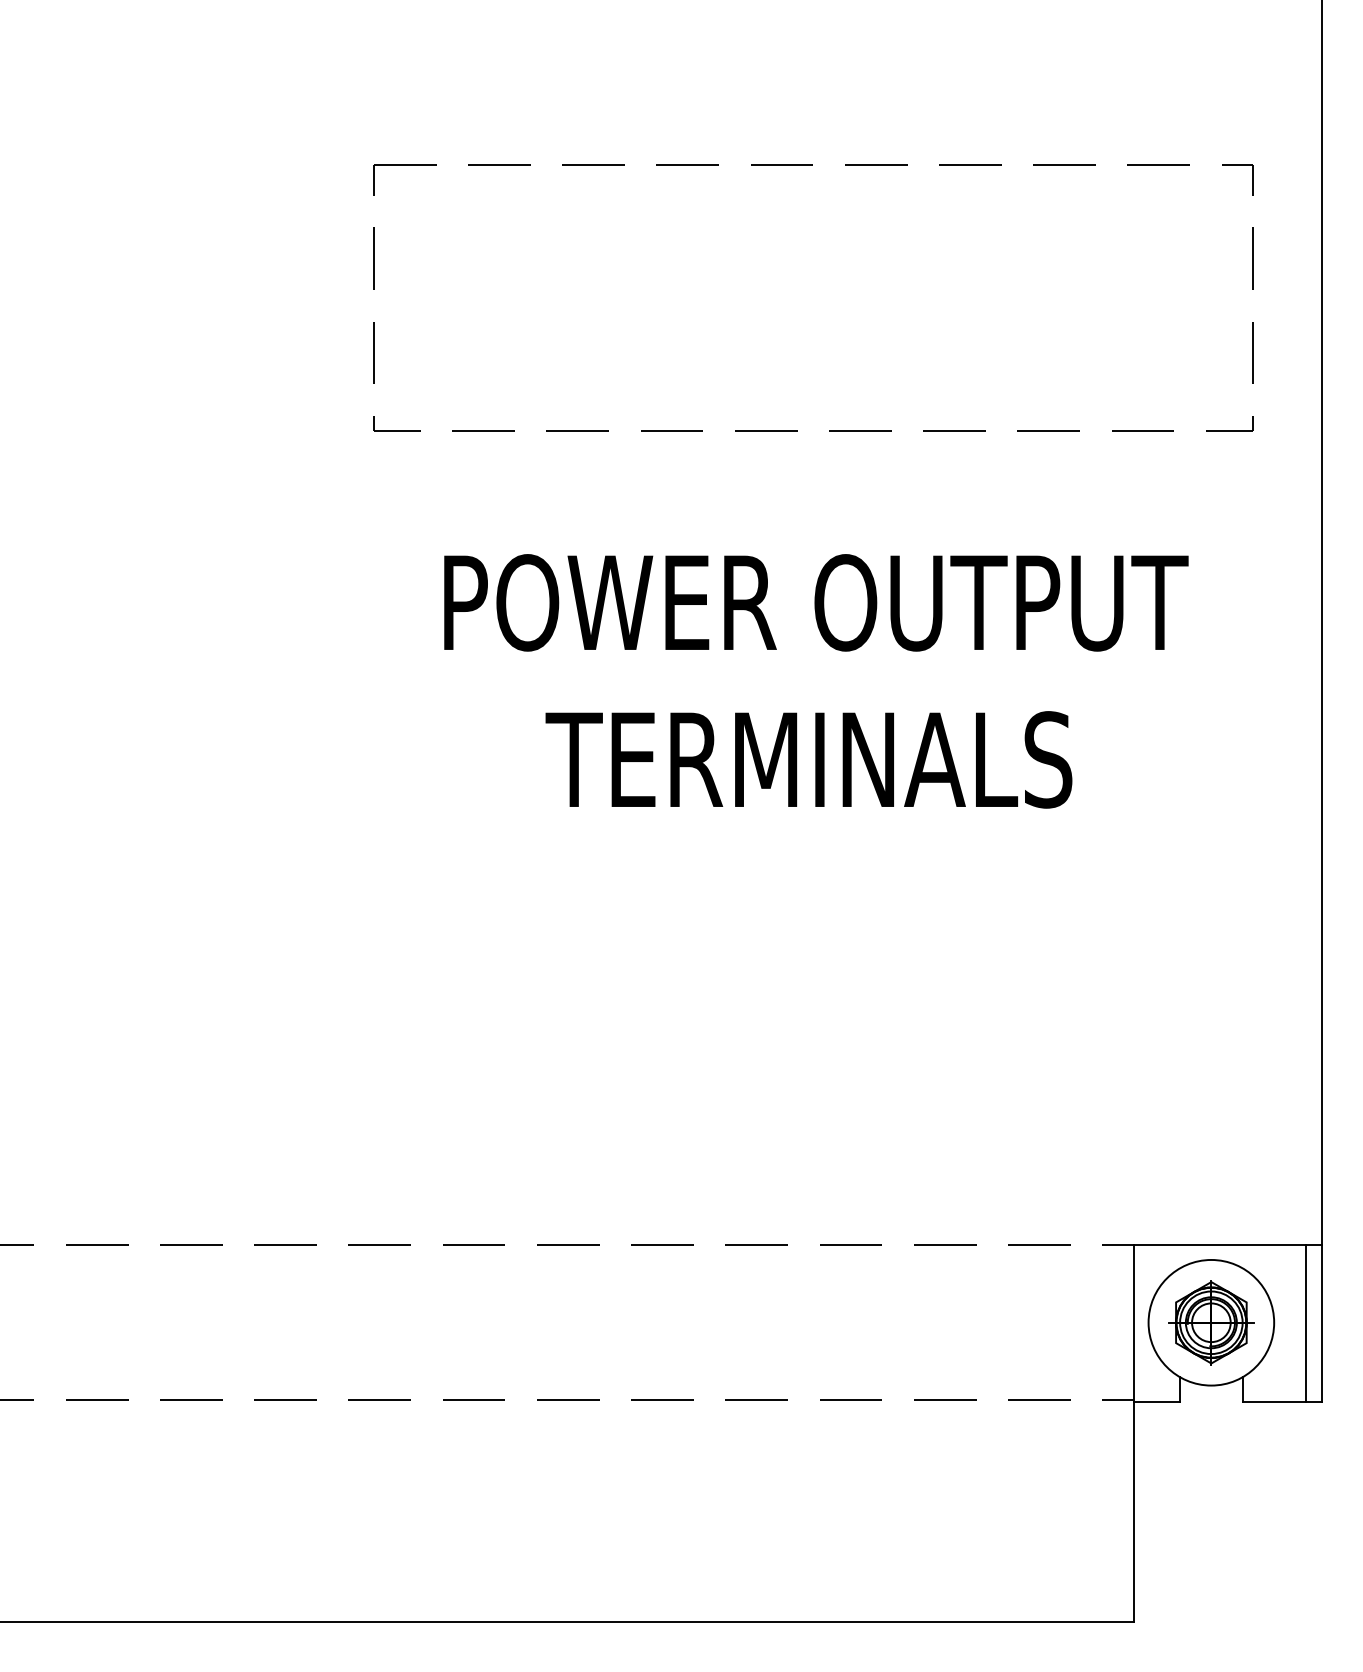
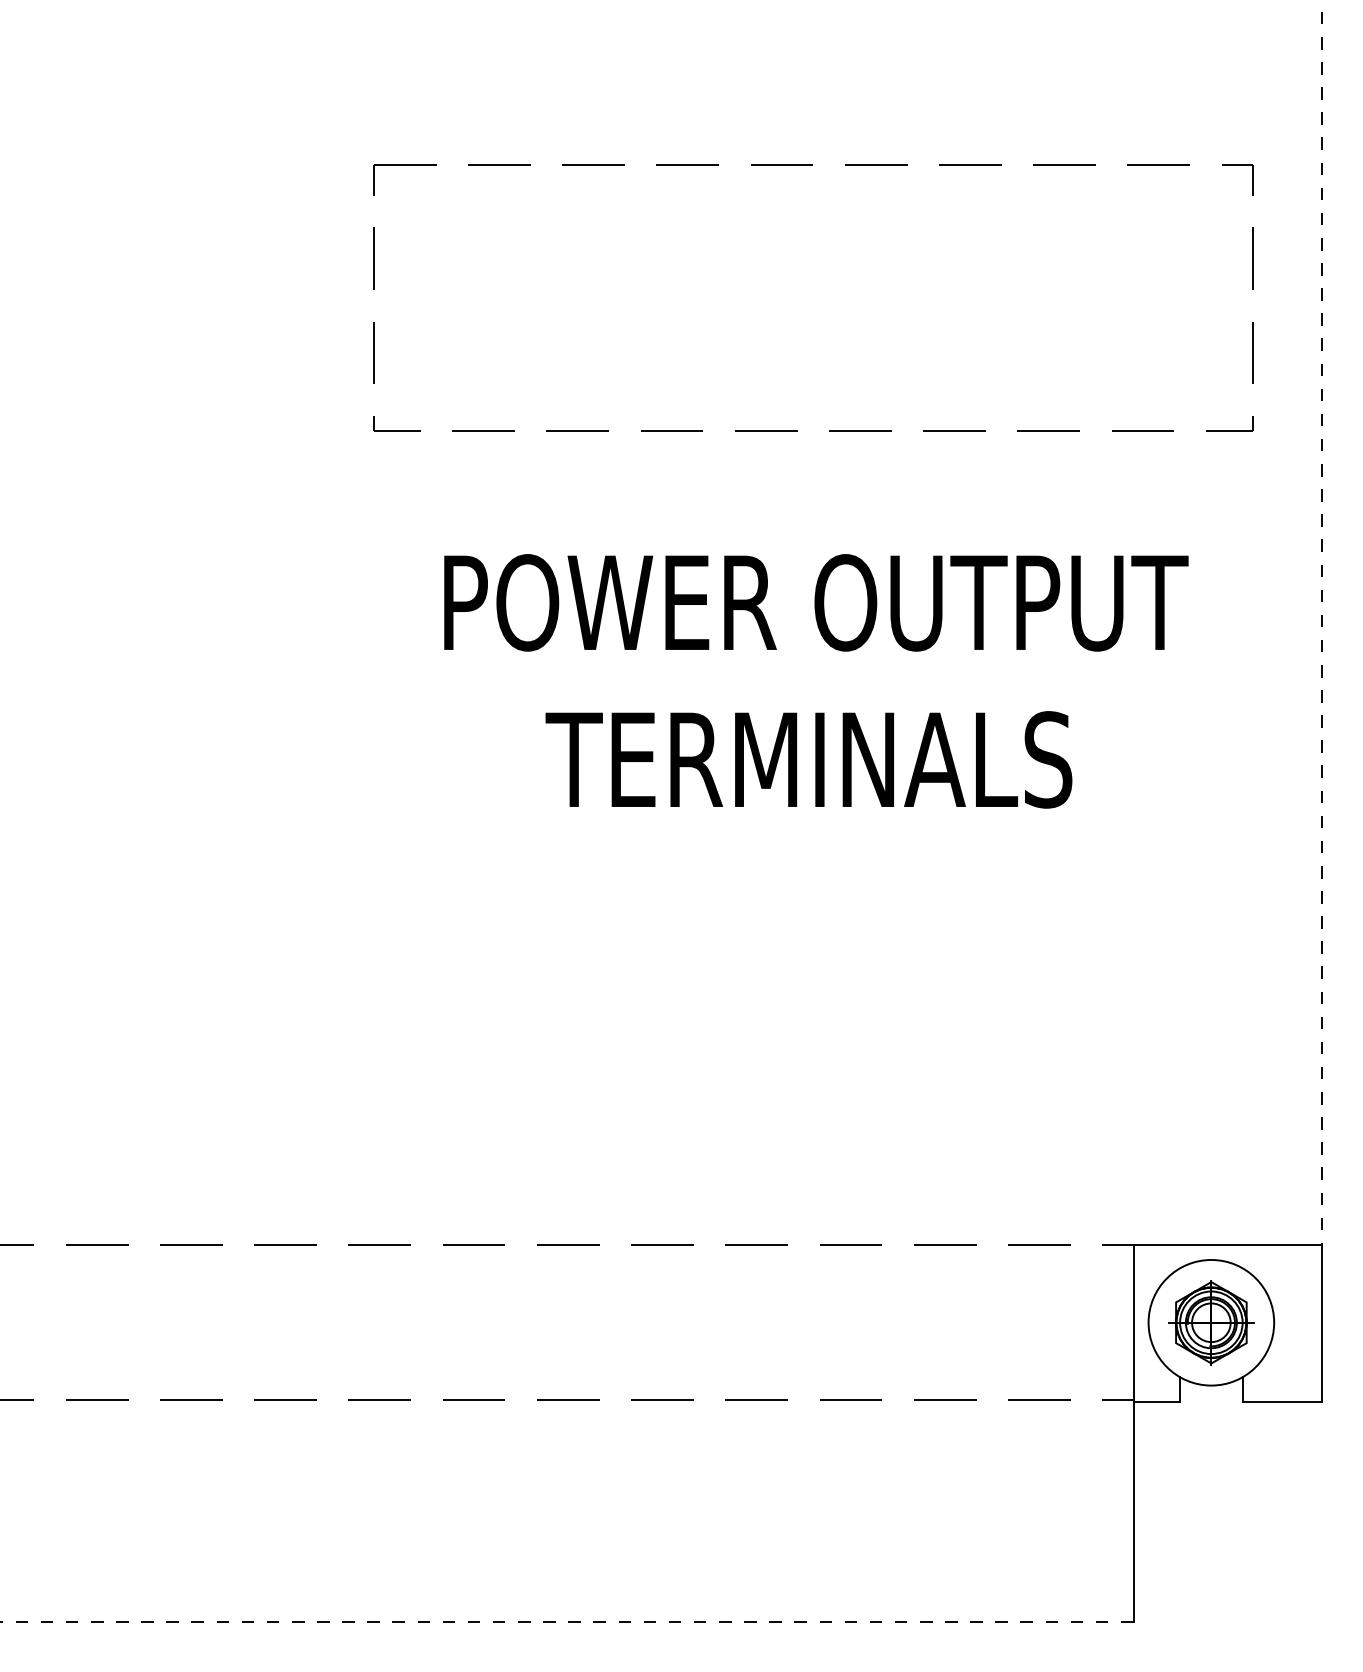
line at (1321, 623): solid -> dashed
line at (1306, 1323): present -> none
line at (566, 1621): solid -> dashed
